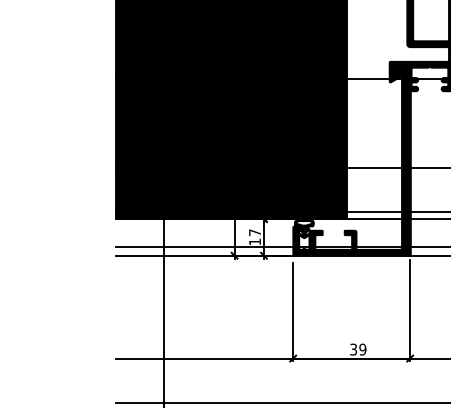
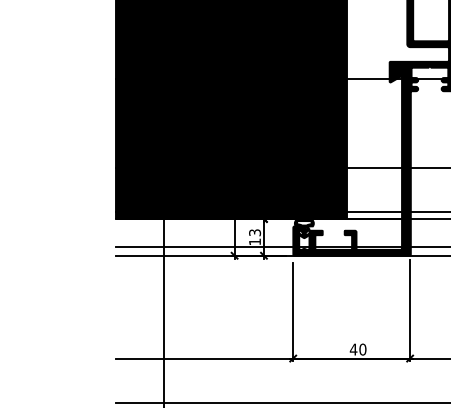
text at (255, 232): 17 -> 13
text at (357, 349): 39 -> 40
